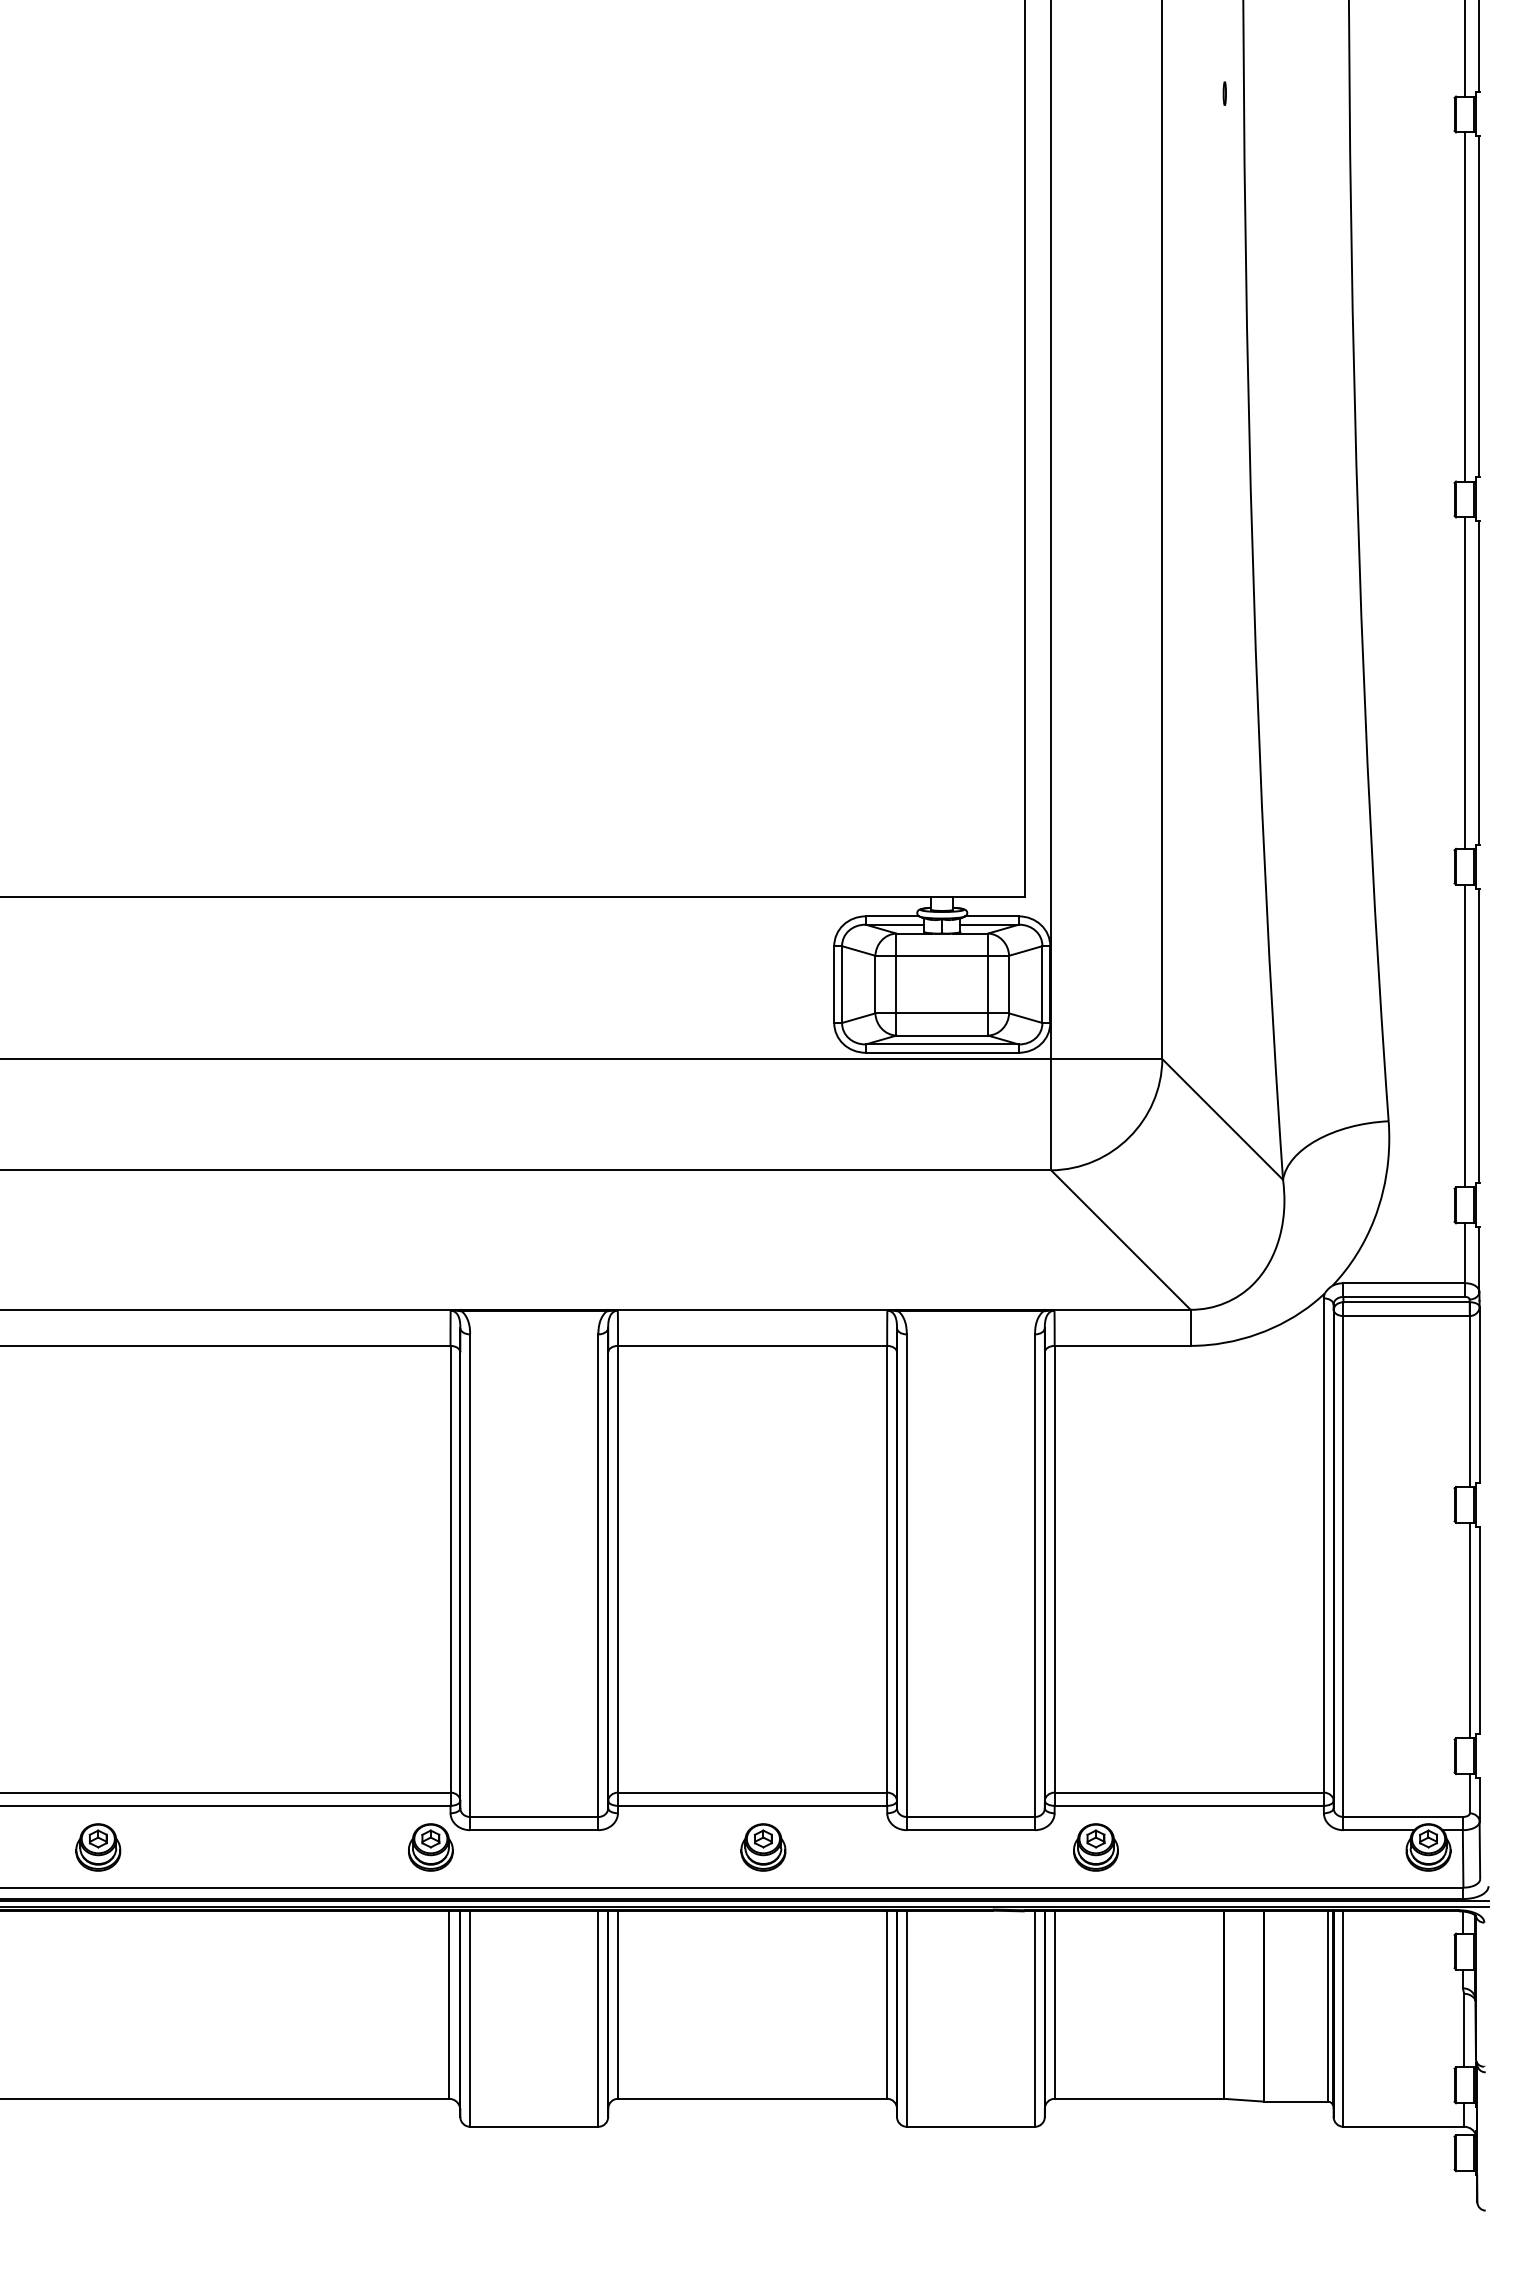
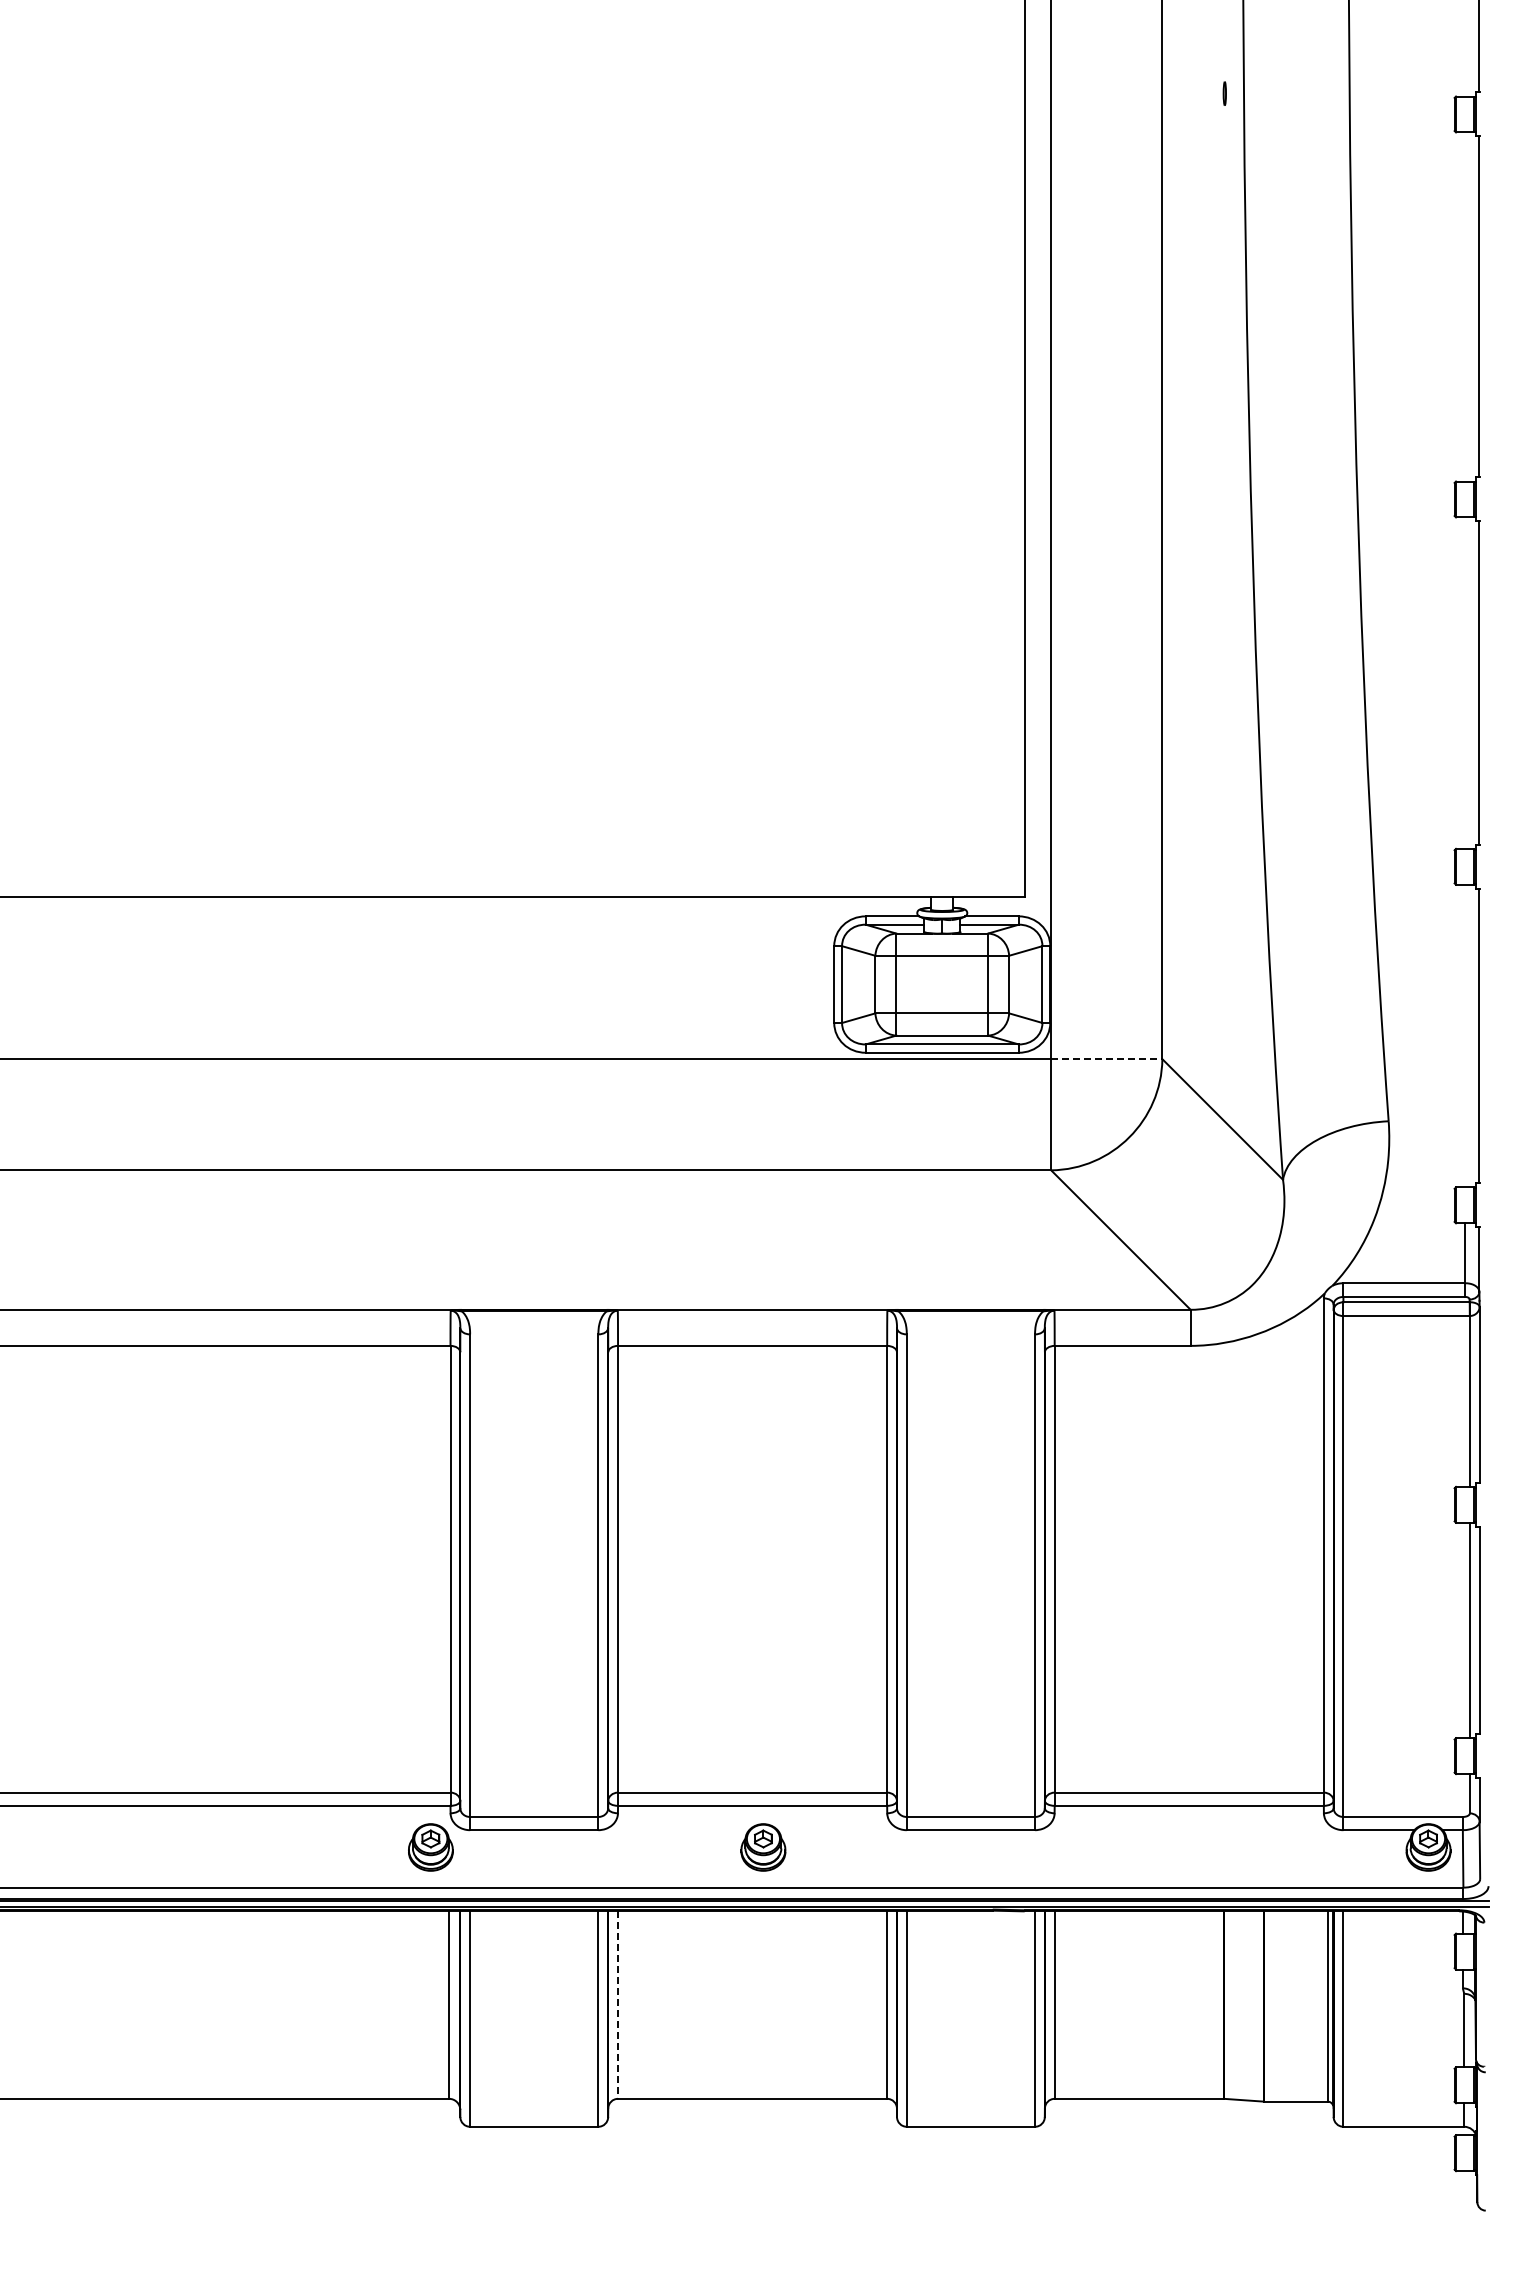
line at (1465, 49): present -> none
line at (1465, 306): present -> none
line at (1465, 682): present -> none
line at (1465, 1035): present -> none
line at (1106, 1059): solid -> dashed
part at (98, 1847): present -> none
part at (1095, 1847): present -> none
line at (618, 2005): solid -> dashed
